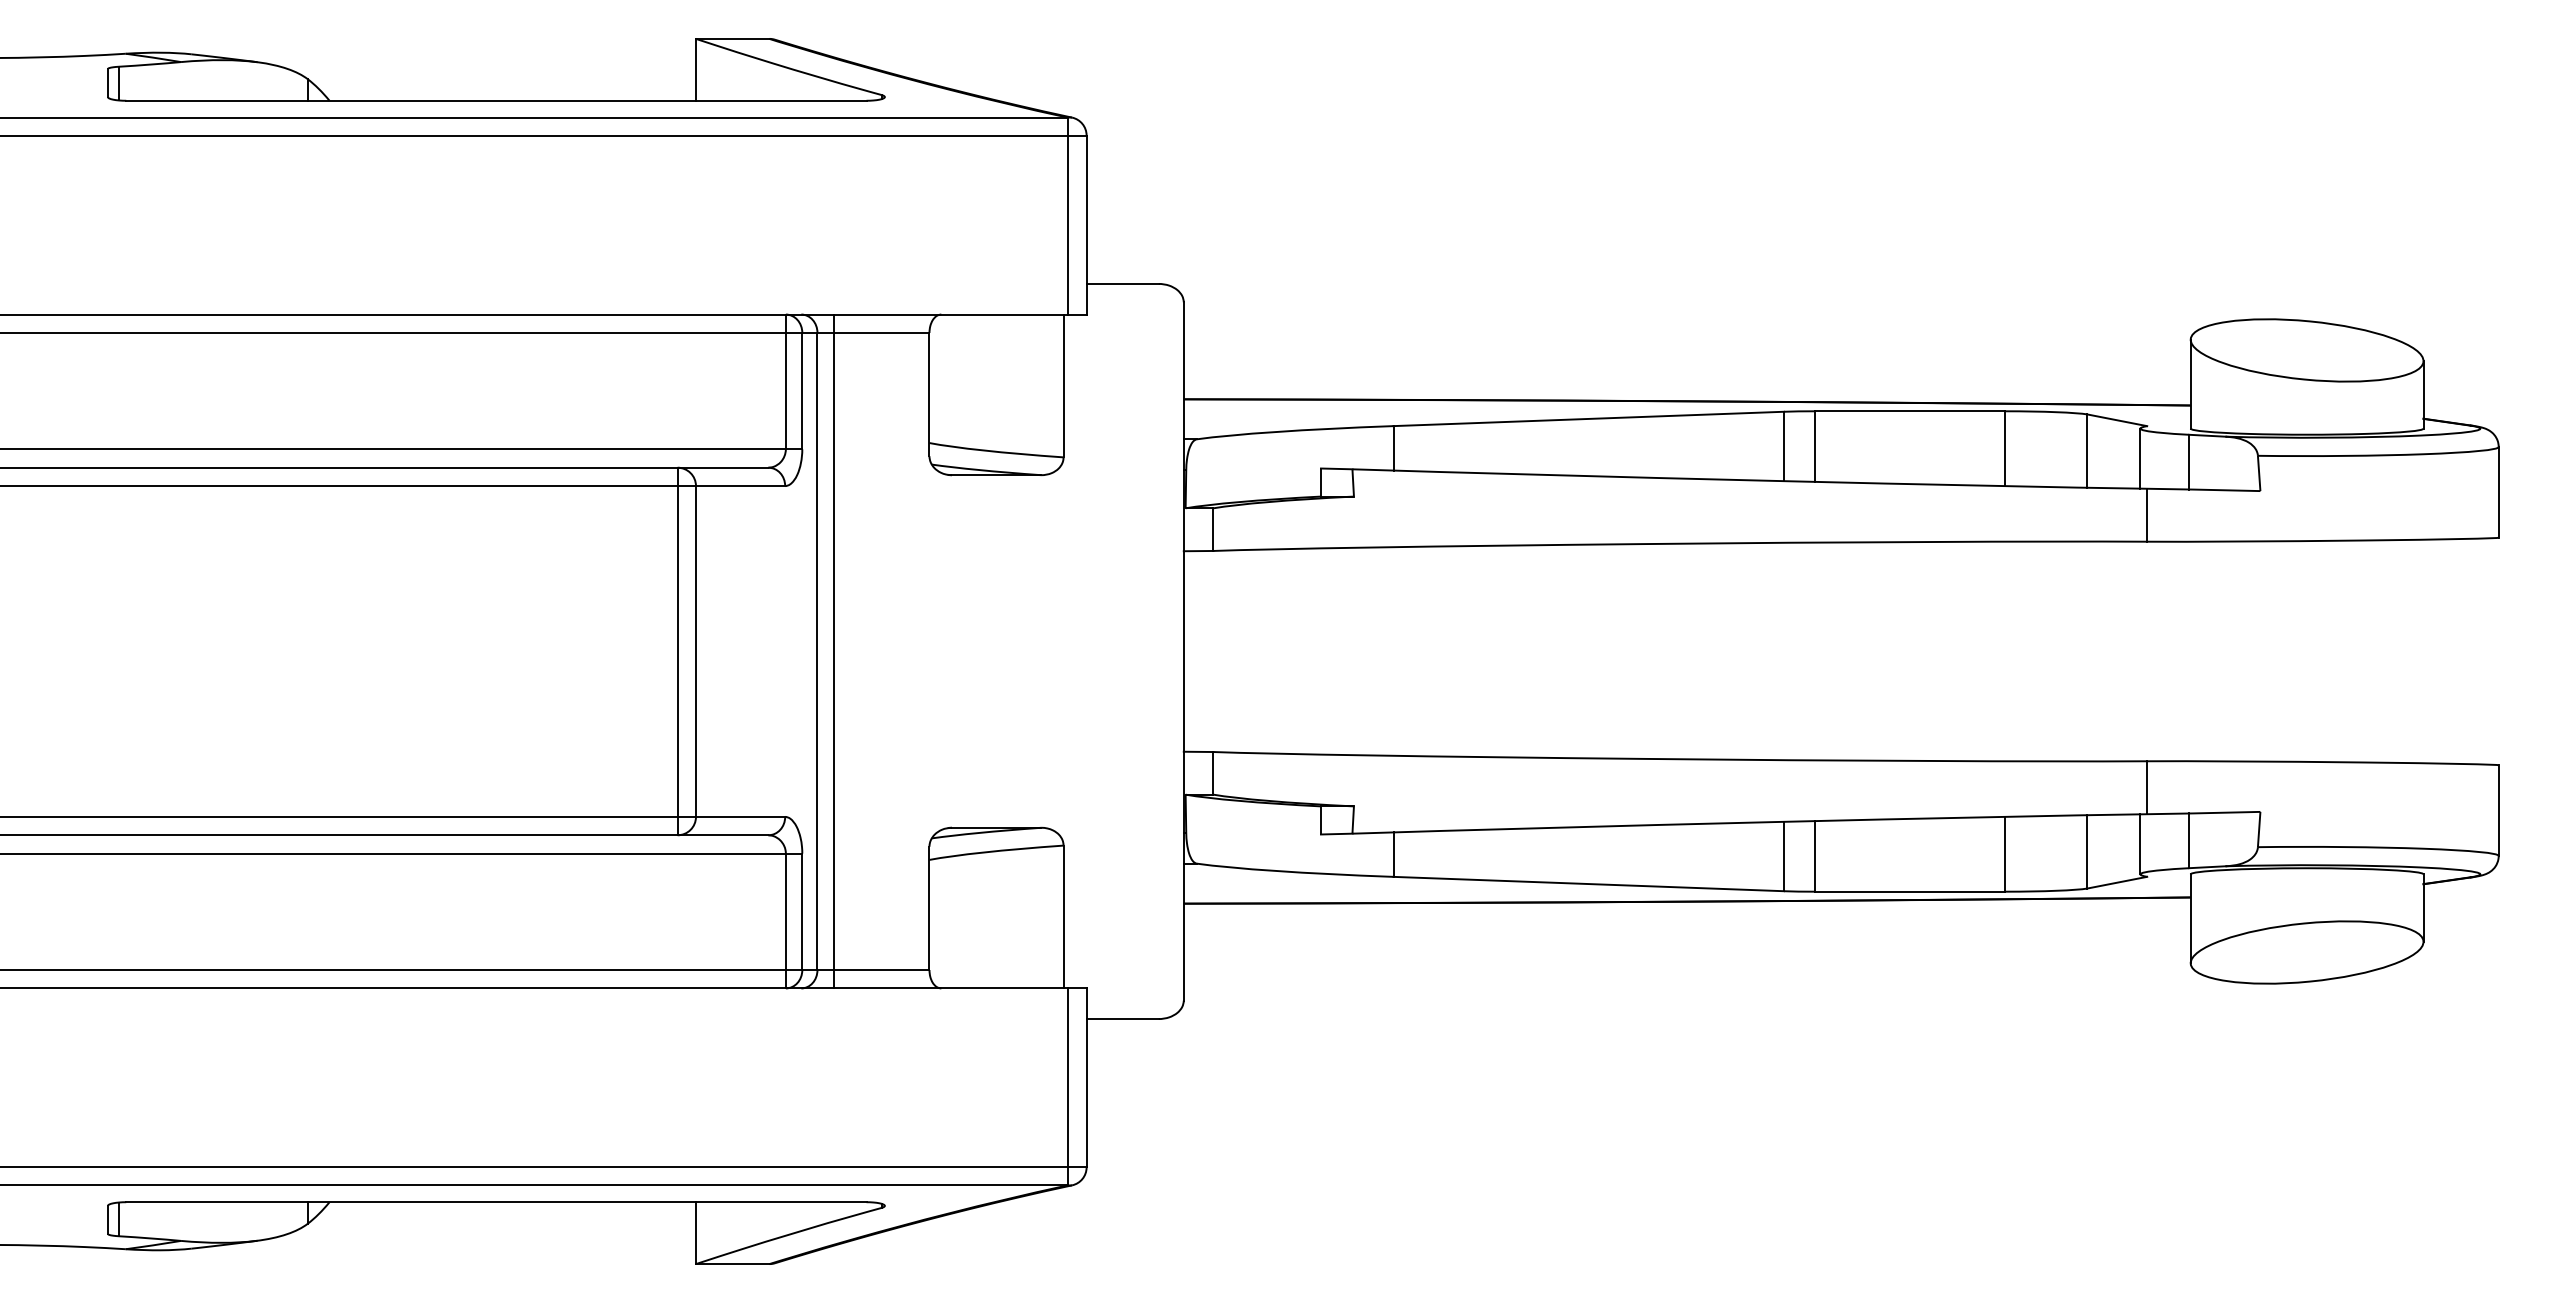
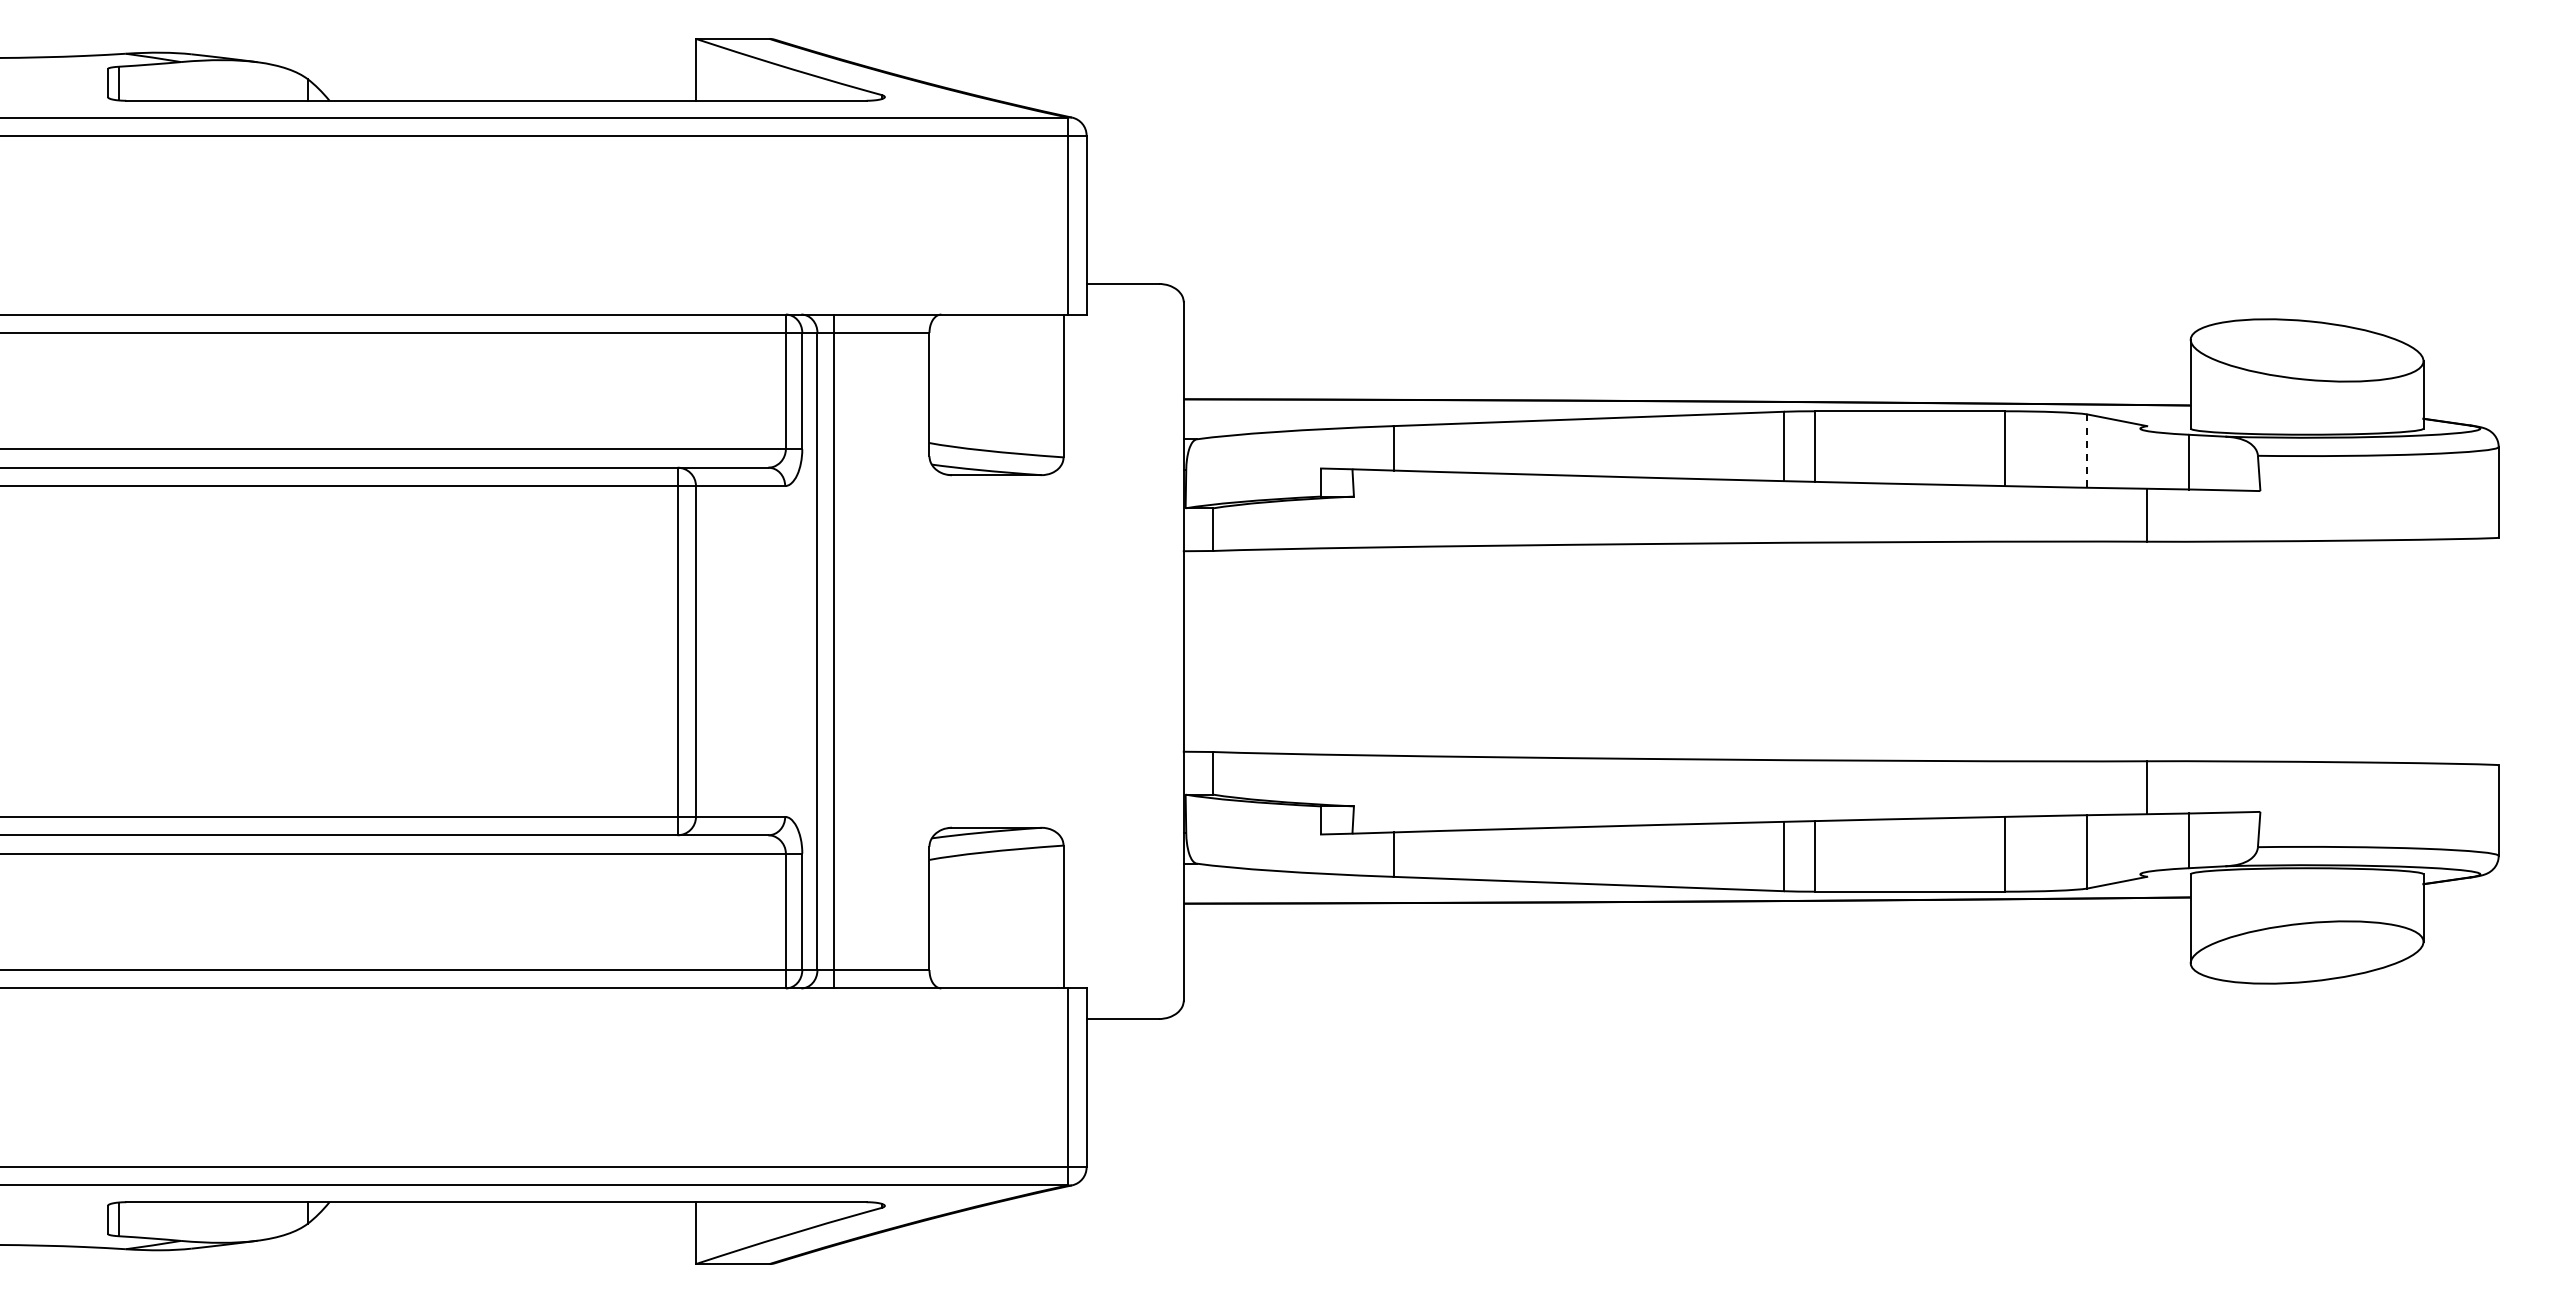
line at (2087, 451): solid -> dashed
line at (2140, 458): present -> none
line at (2140, 844): present -> none
